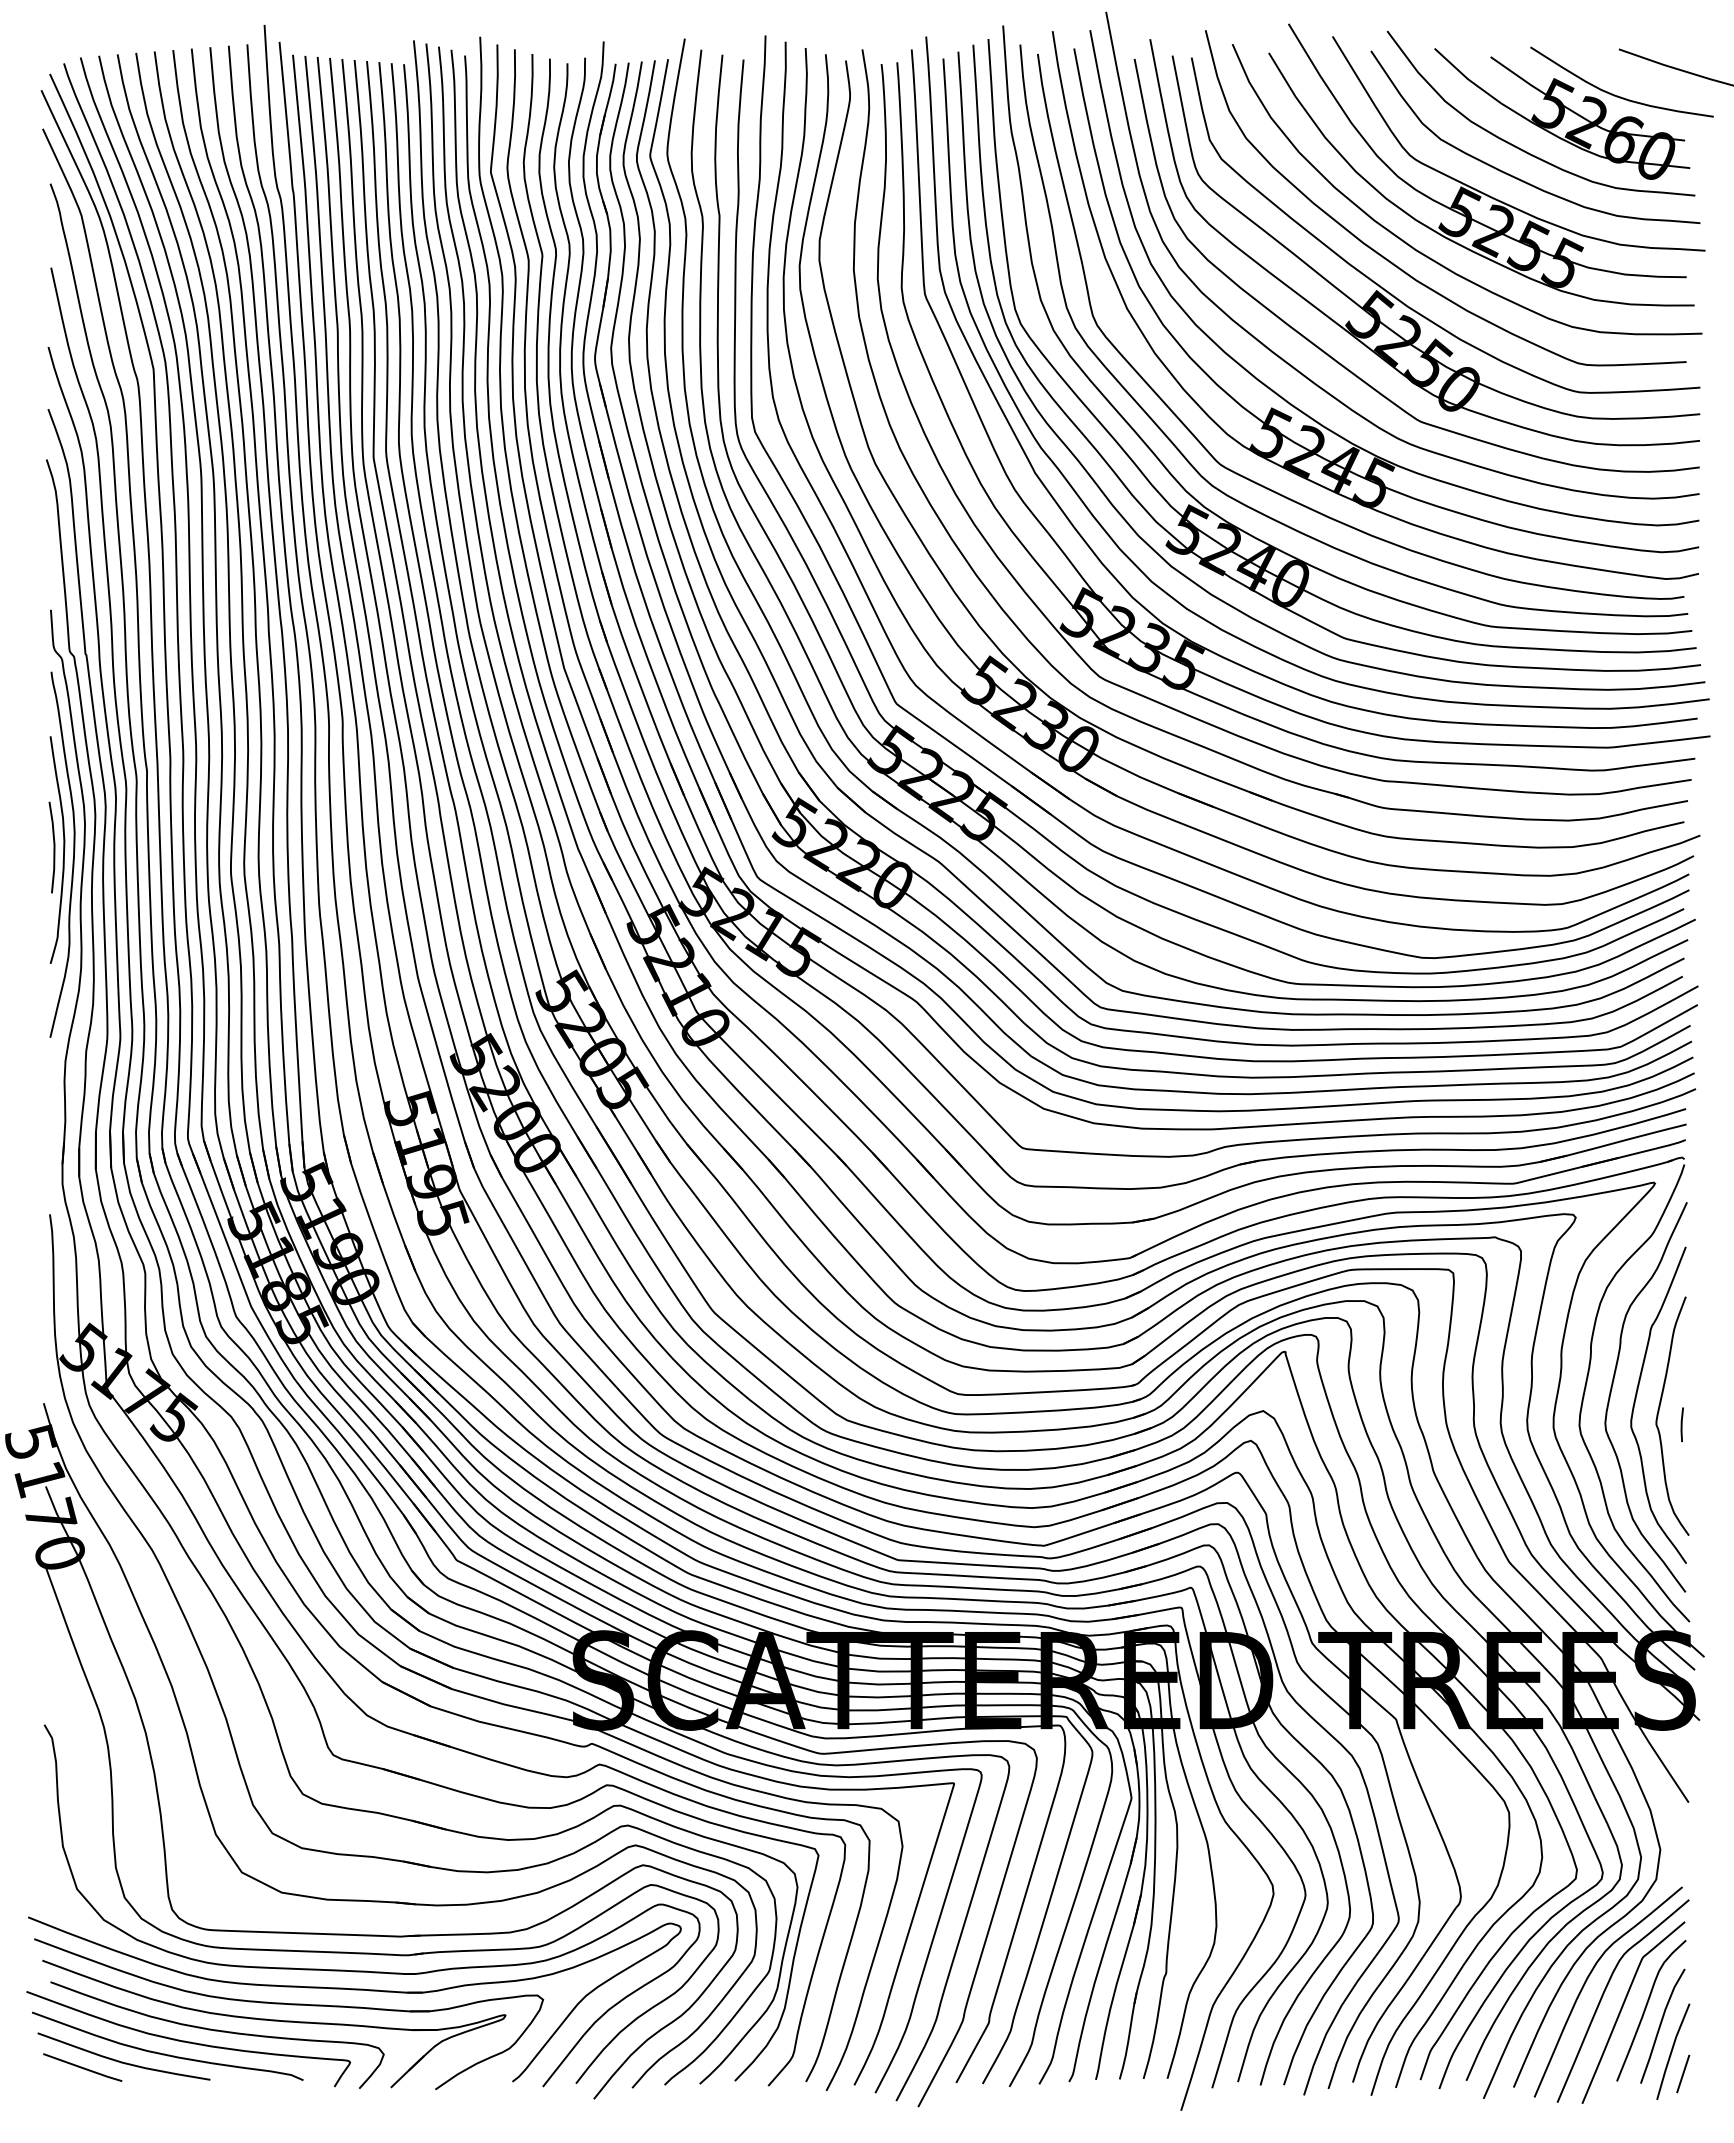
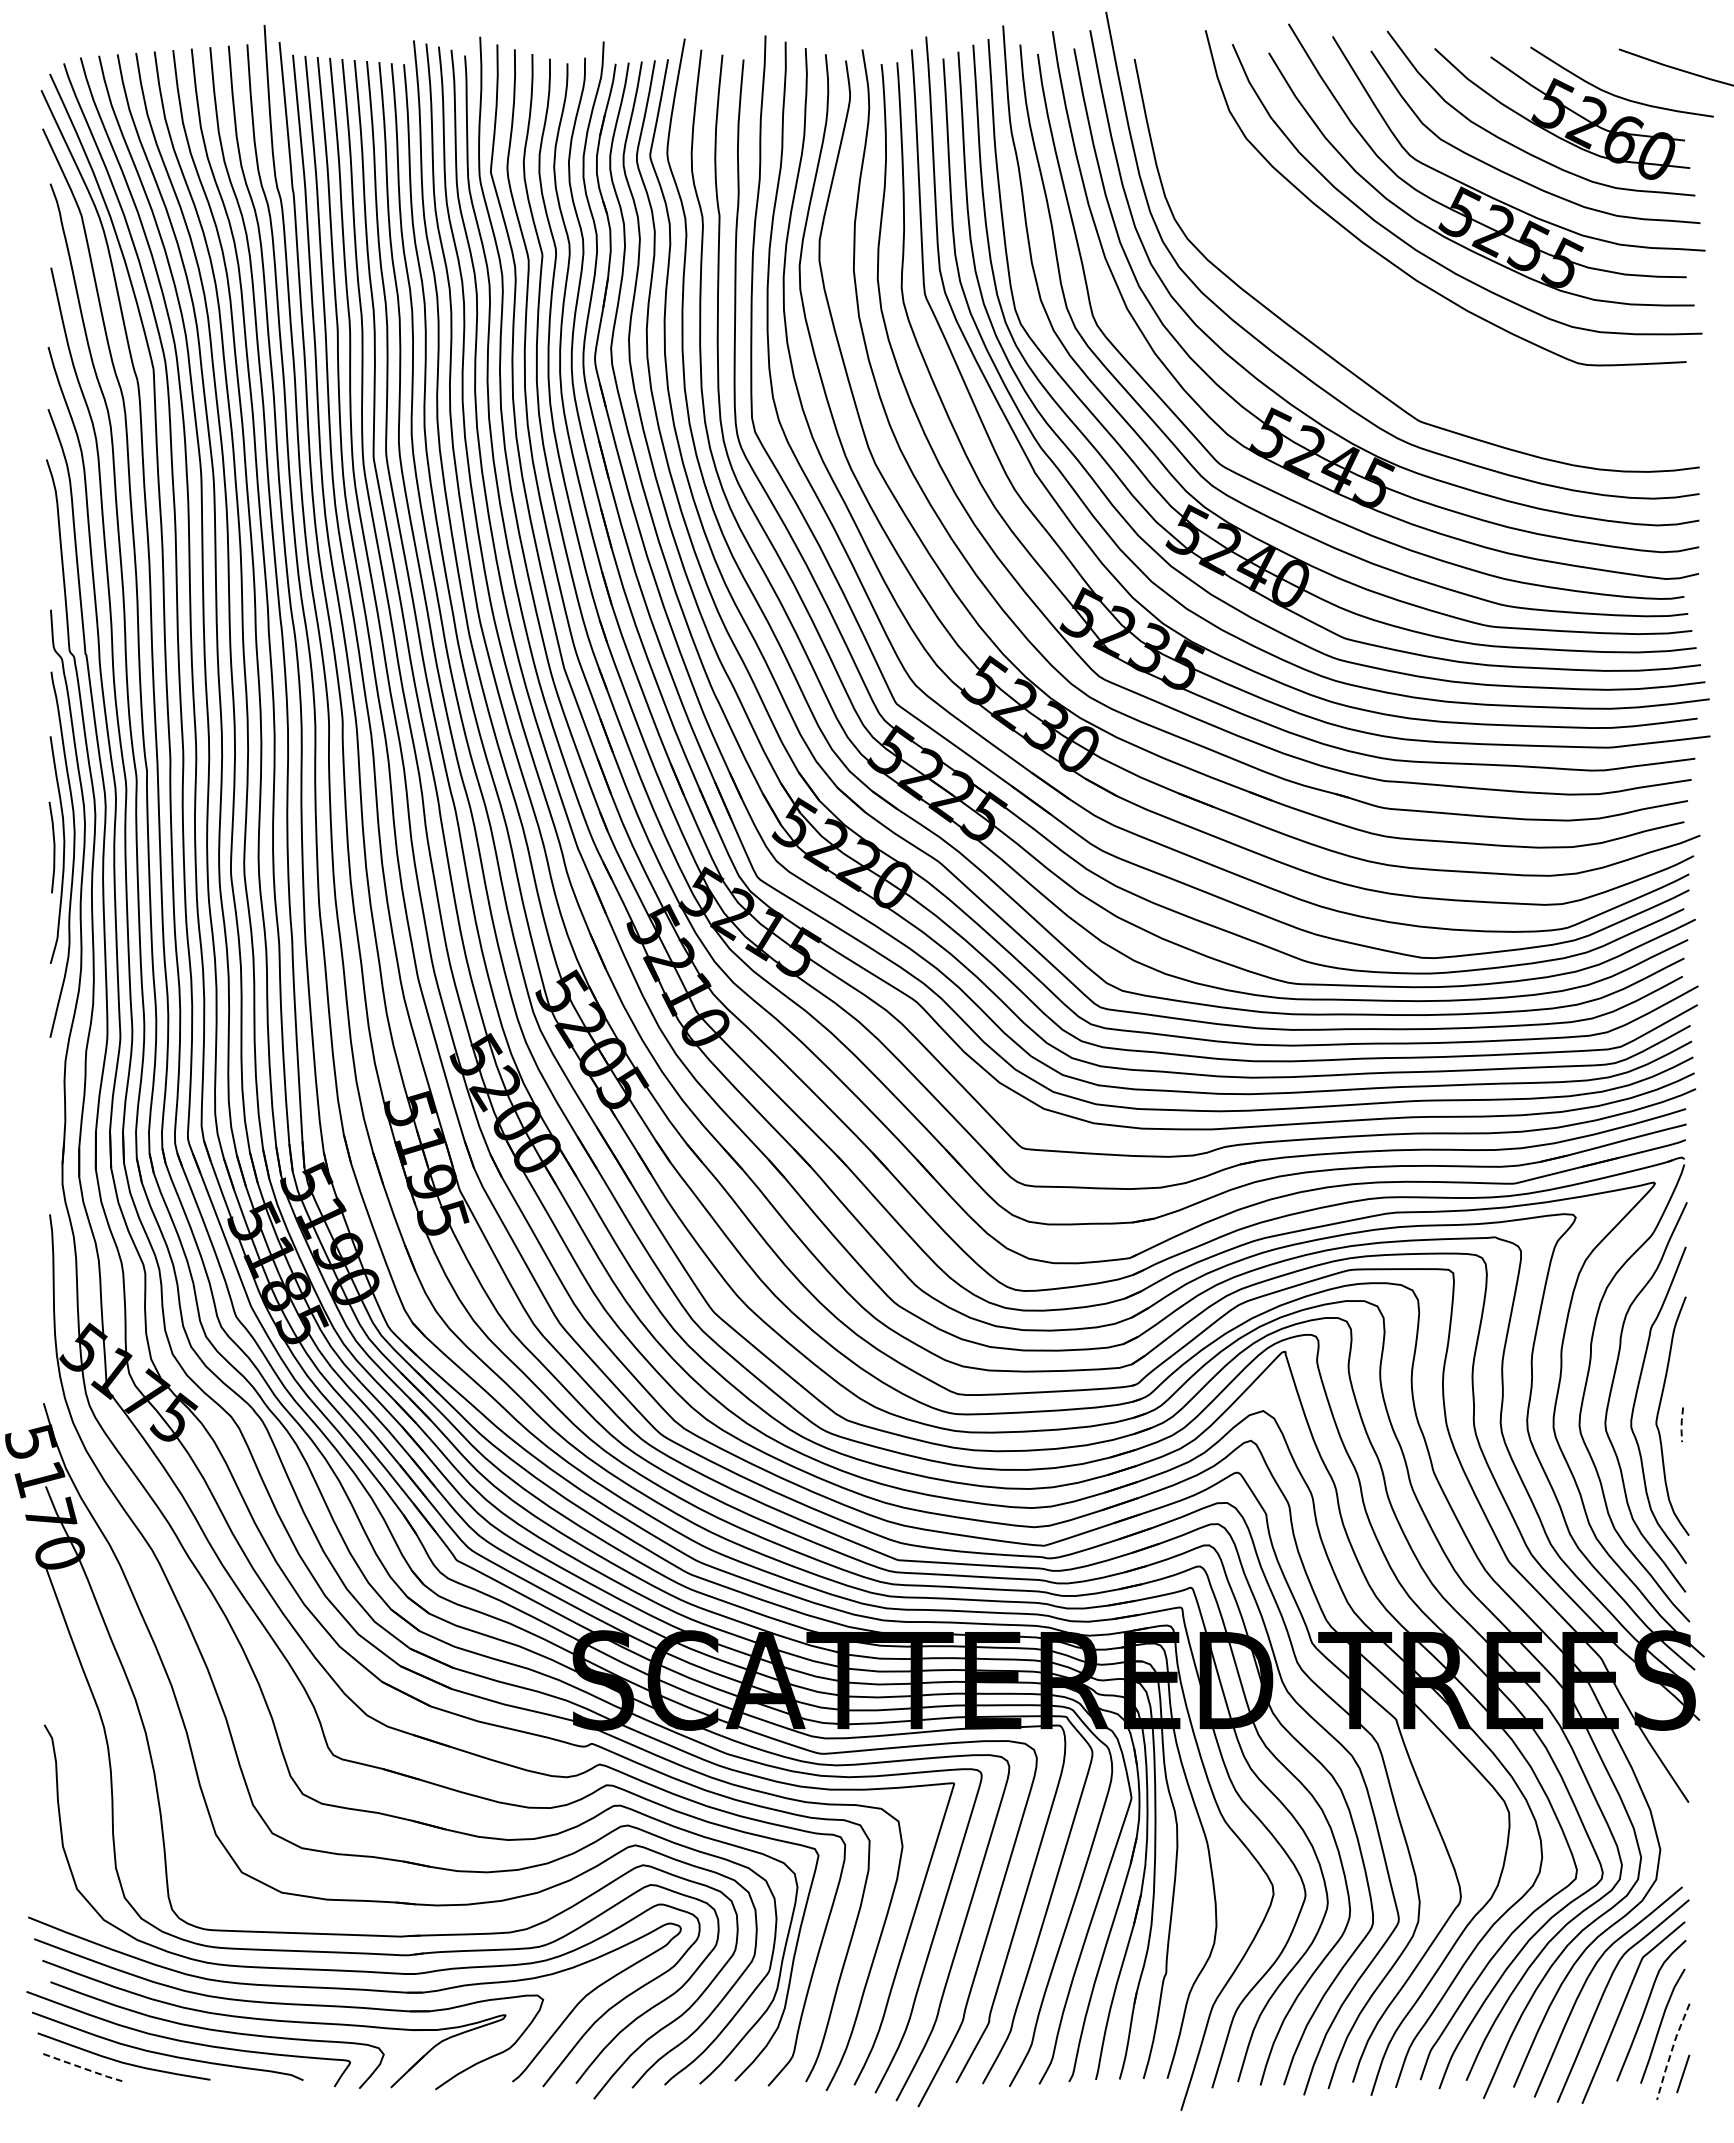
part at (1390, 292): present -> none
line at (1681, 1424): solid -> dashed
line at (1671, 2052): solid -> dashed
line at (83, 2068): solid -> dashed
